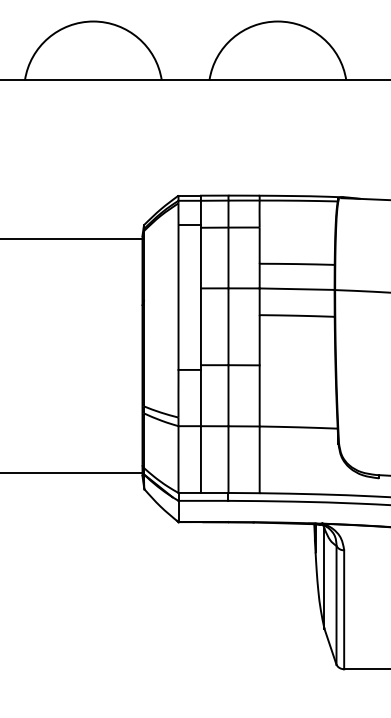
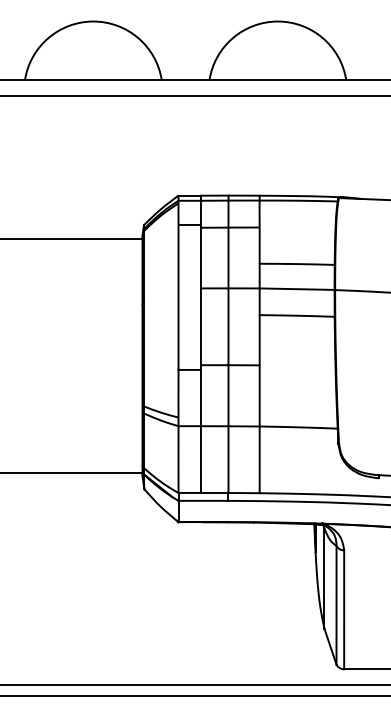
line at (194, 95): none -> present
line at (194, 684): none -> present
line at (194, 696): none -> present
